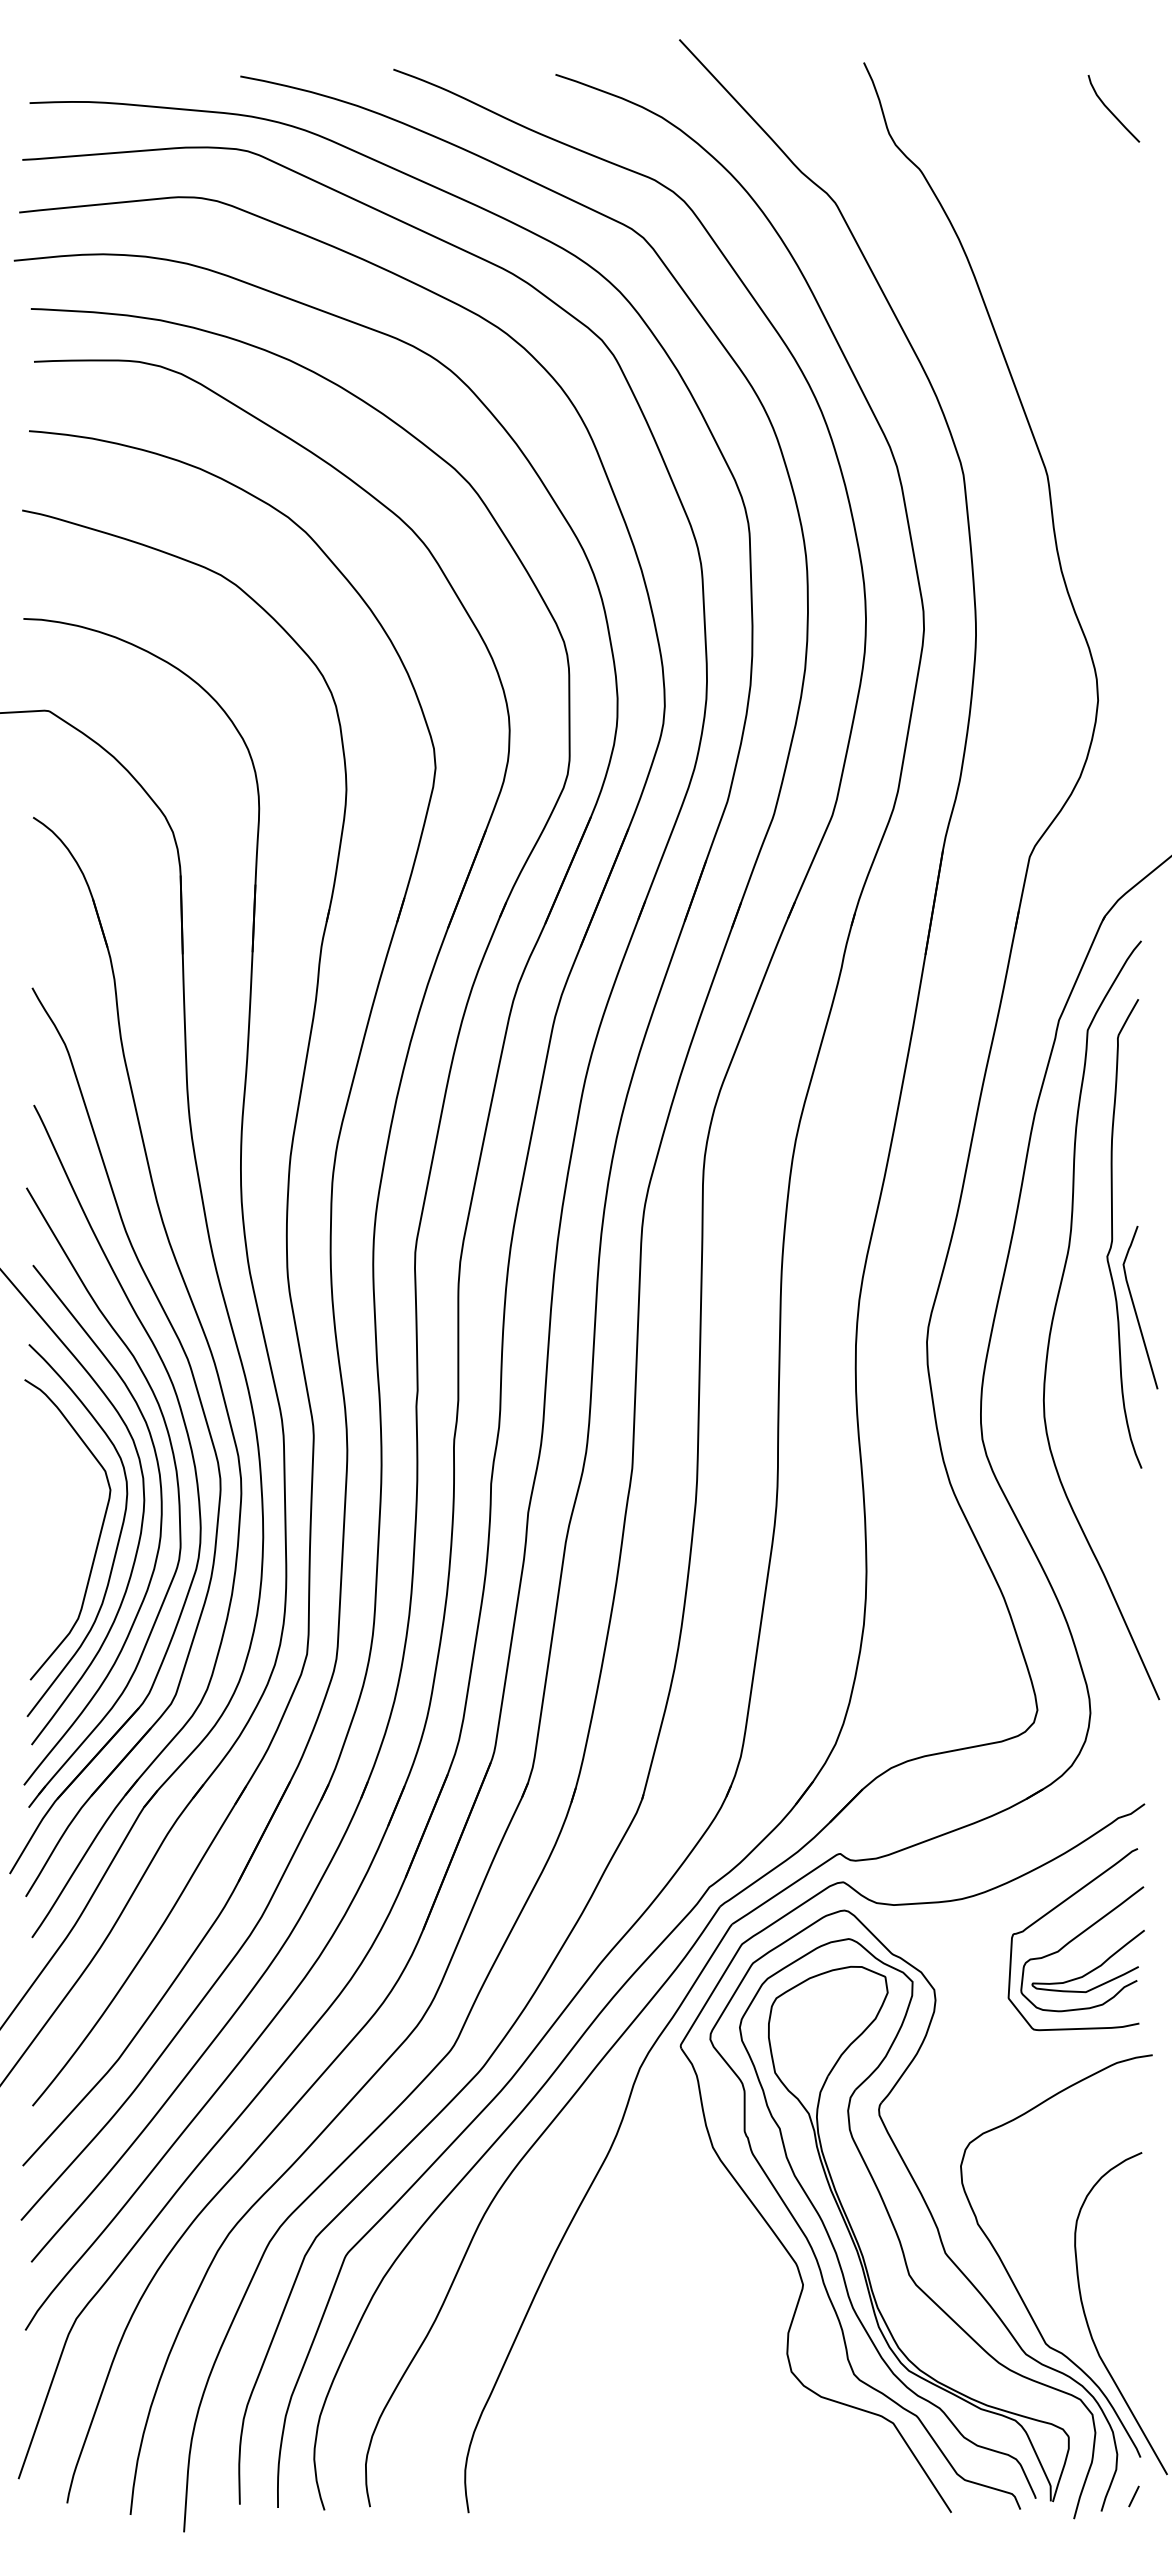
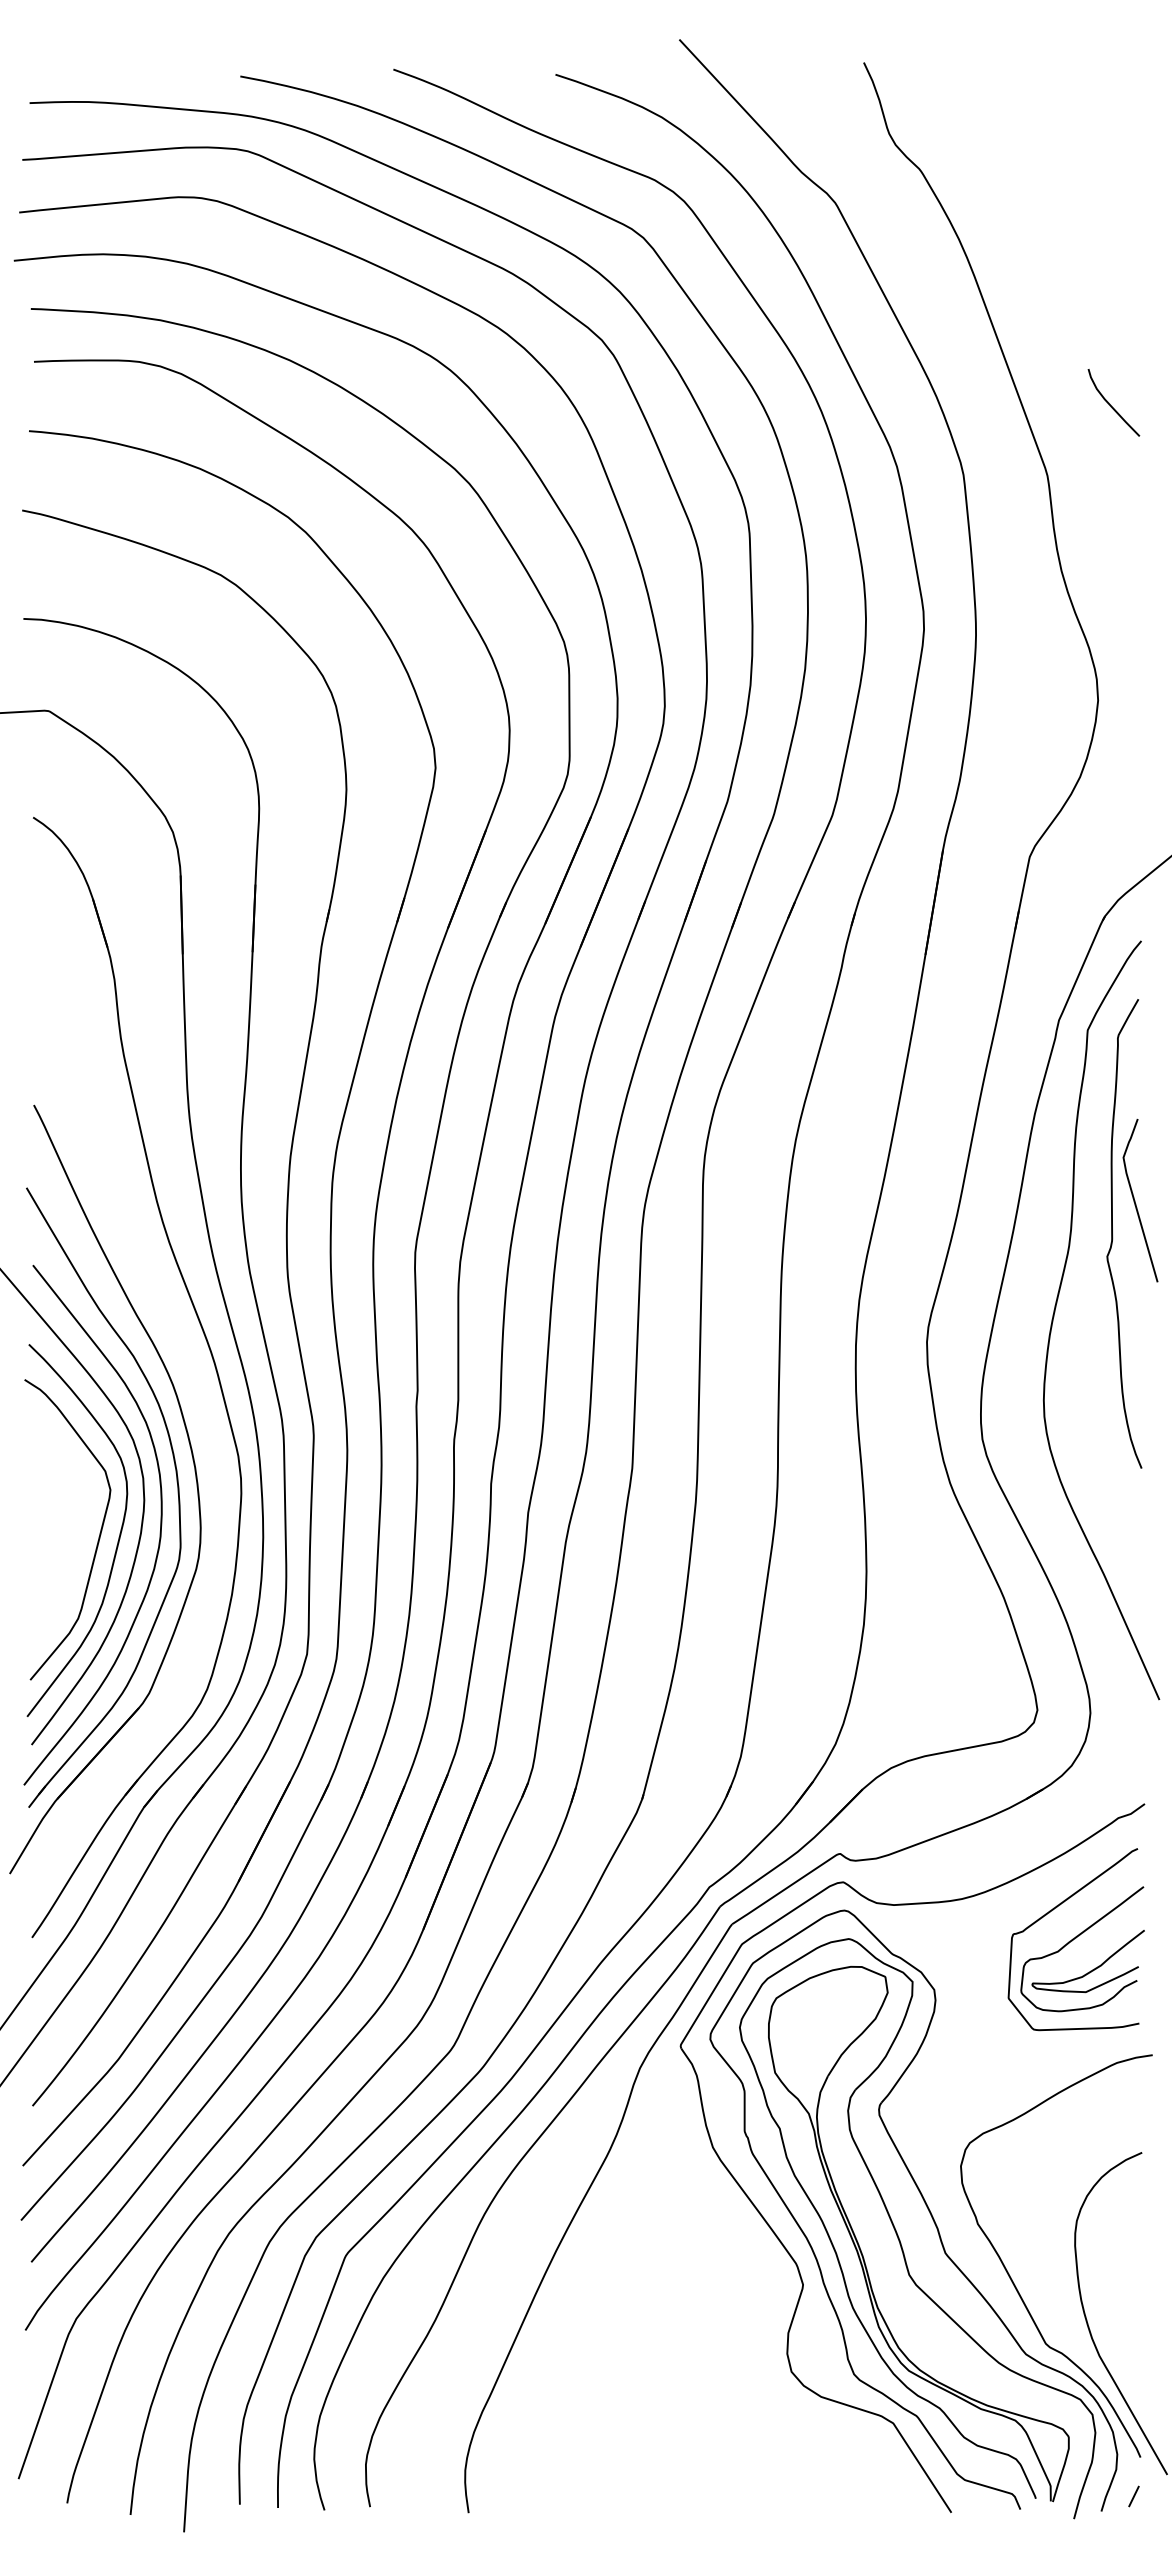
curve at (1110, 110) position: (1110, 110) -> (1110, 404)
curve at (1135, 1307) position: (1135, 1307) -> (1135, 1200)
part at (205, 1422): present -> none
